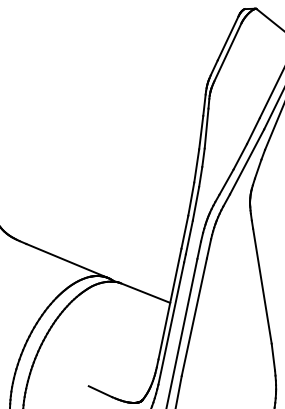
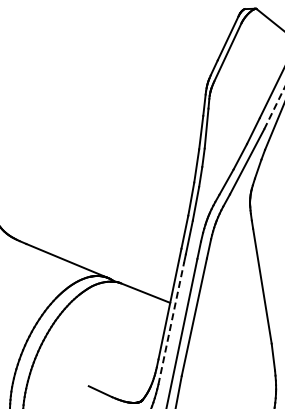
line at (274, 108): solid -> dashed
line at (171, 323): solid -> dashed
